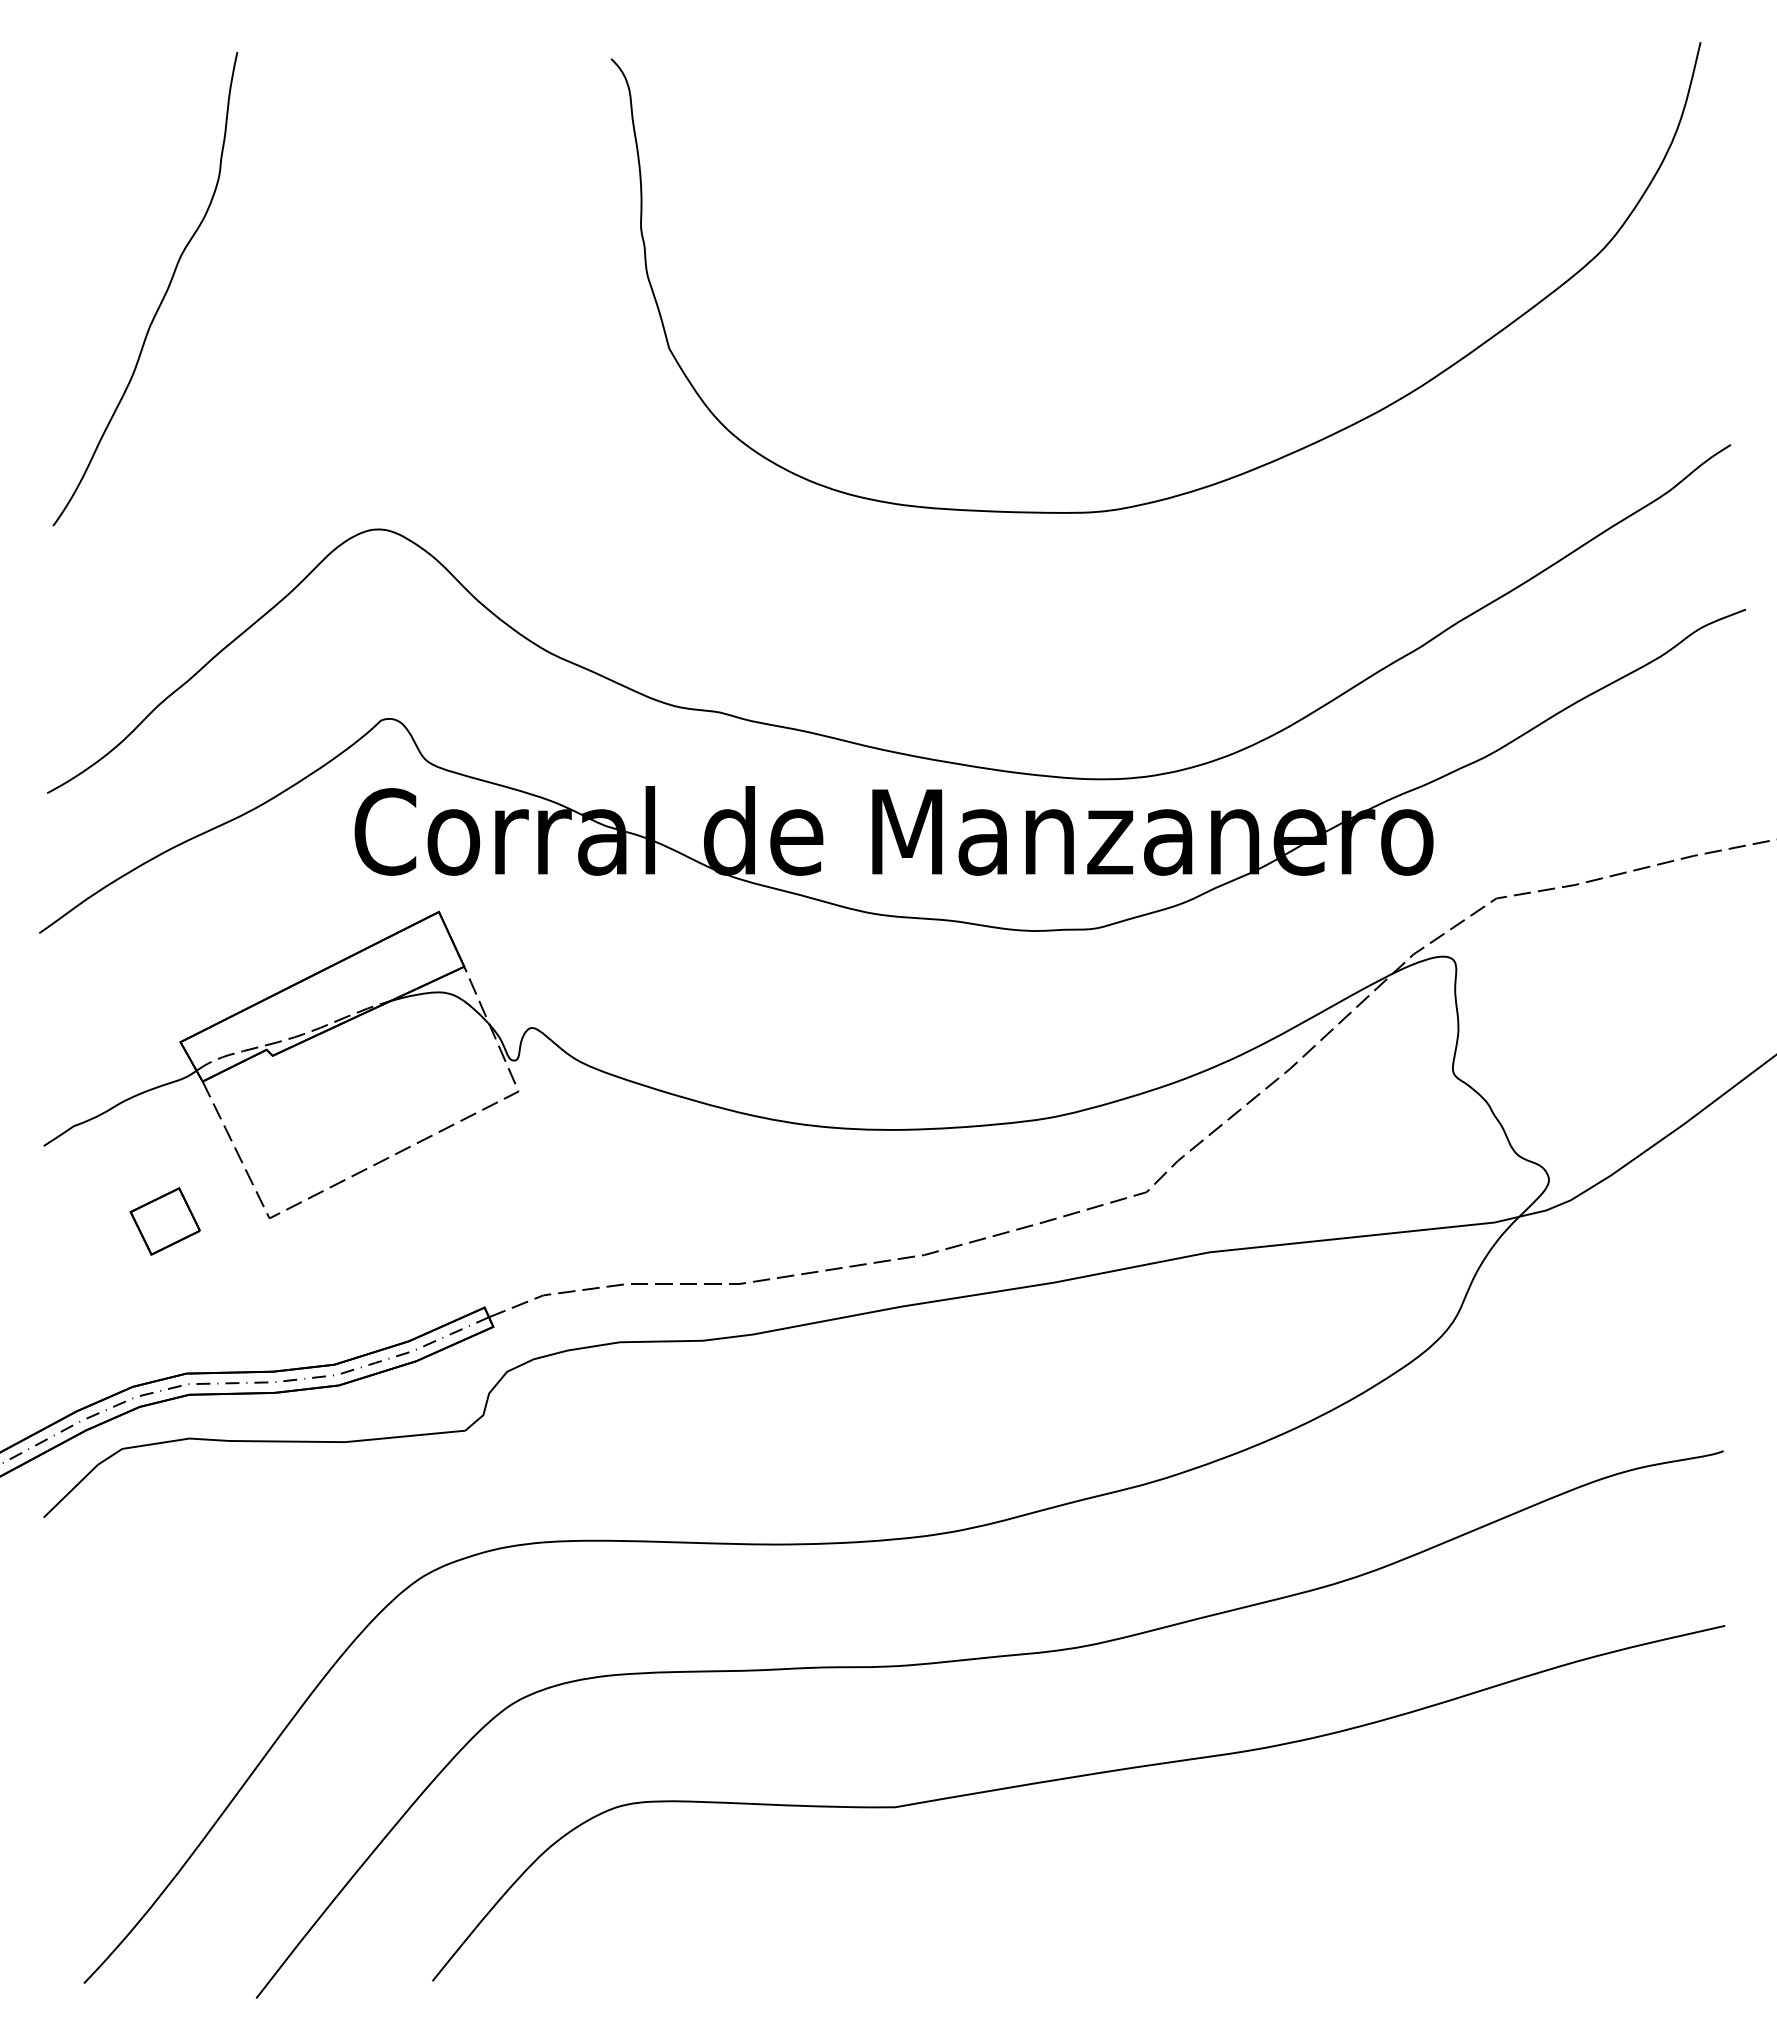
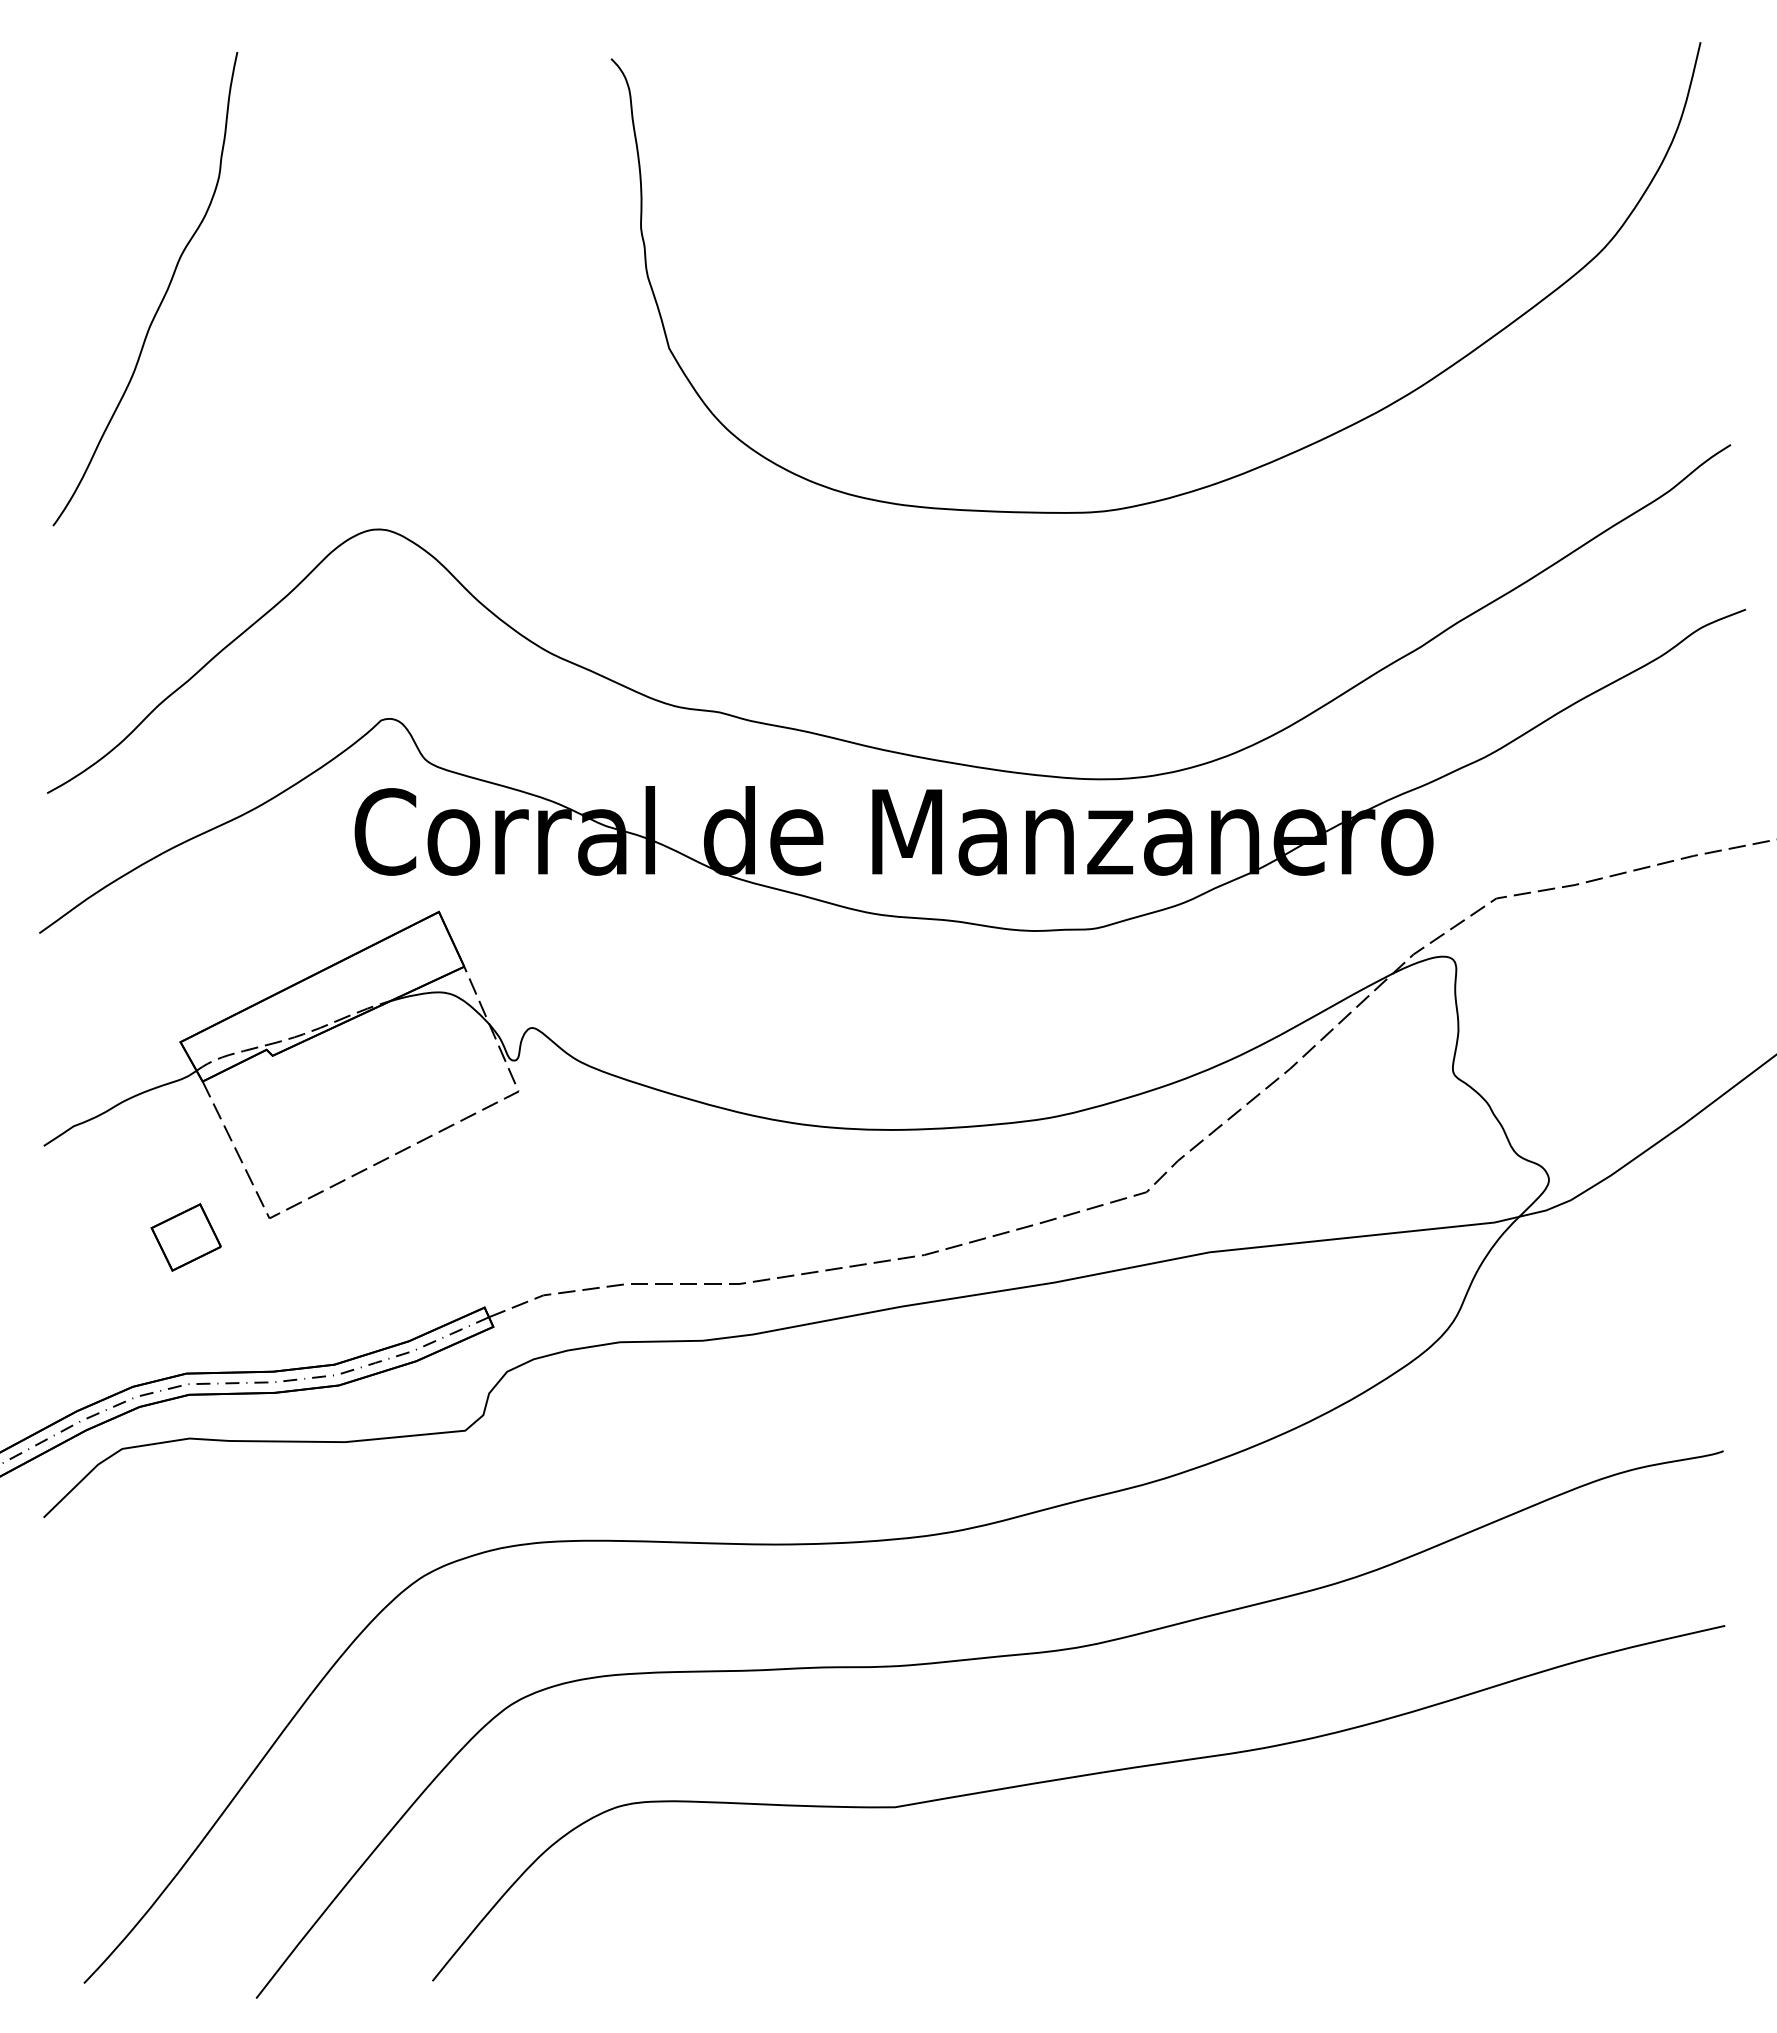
part at (164, 1221) position: (164, 1221) -> (185, 1237)
